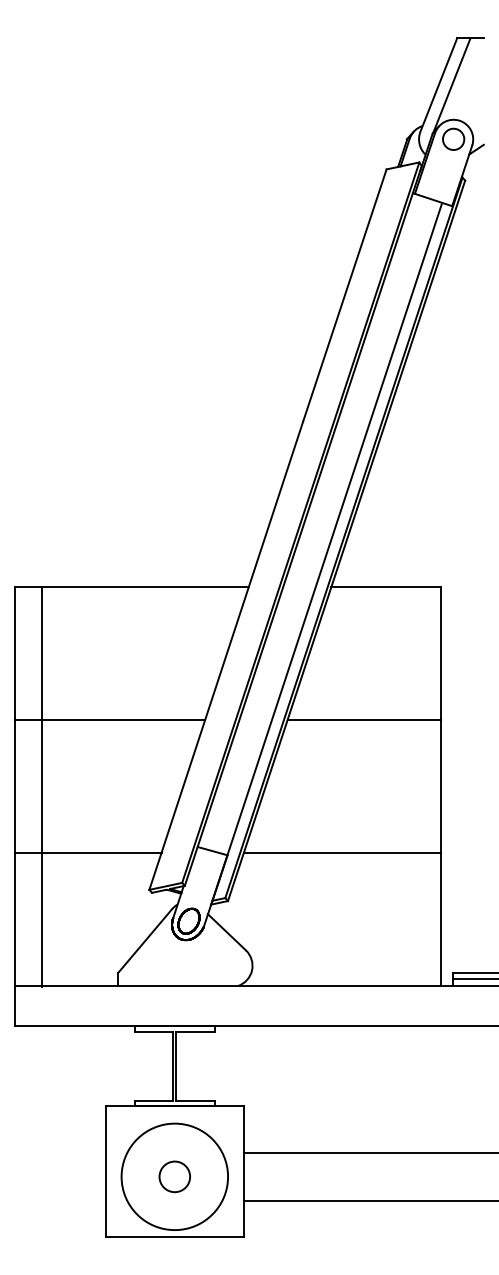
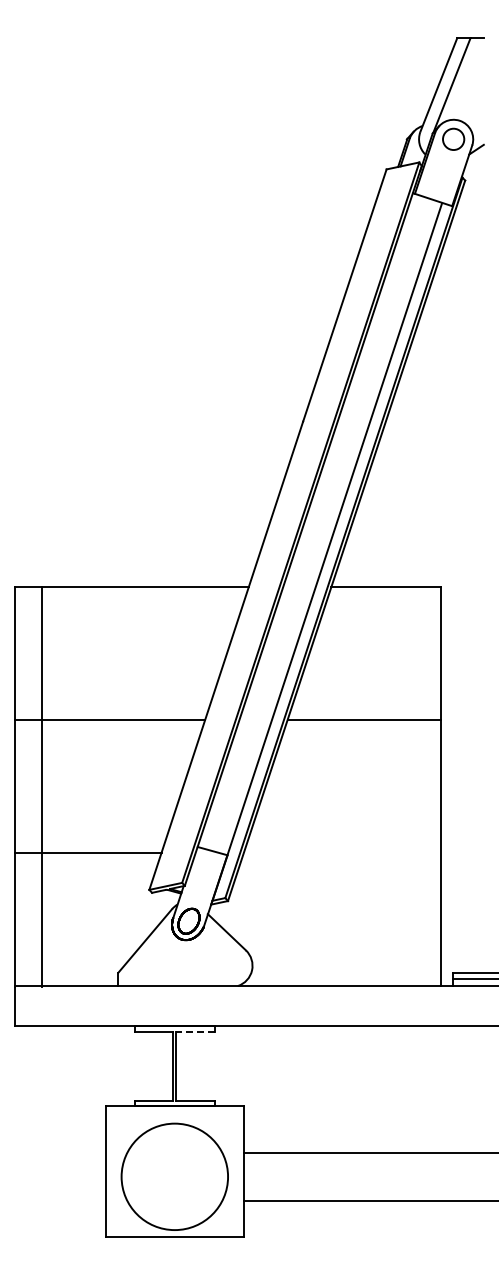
line at (342, 852): present -> none
line at (195, 1031): solid -> dashed
circle at (174, 1176): present -> none
